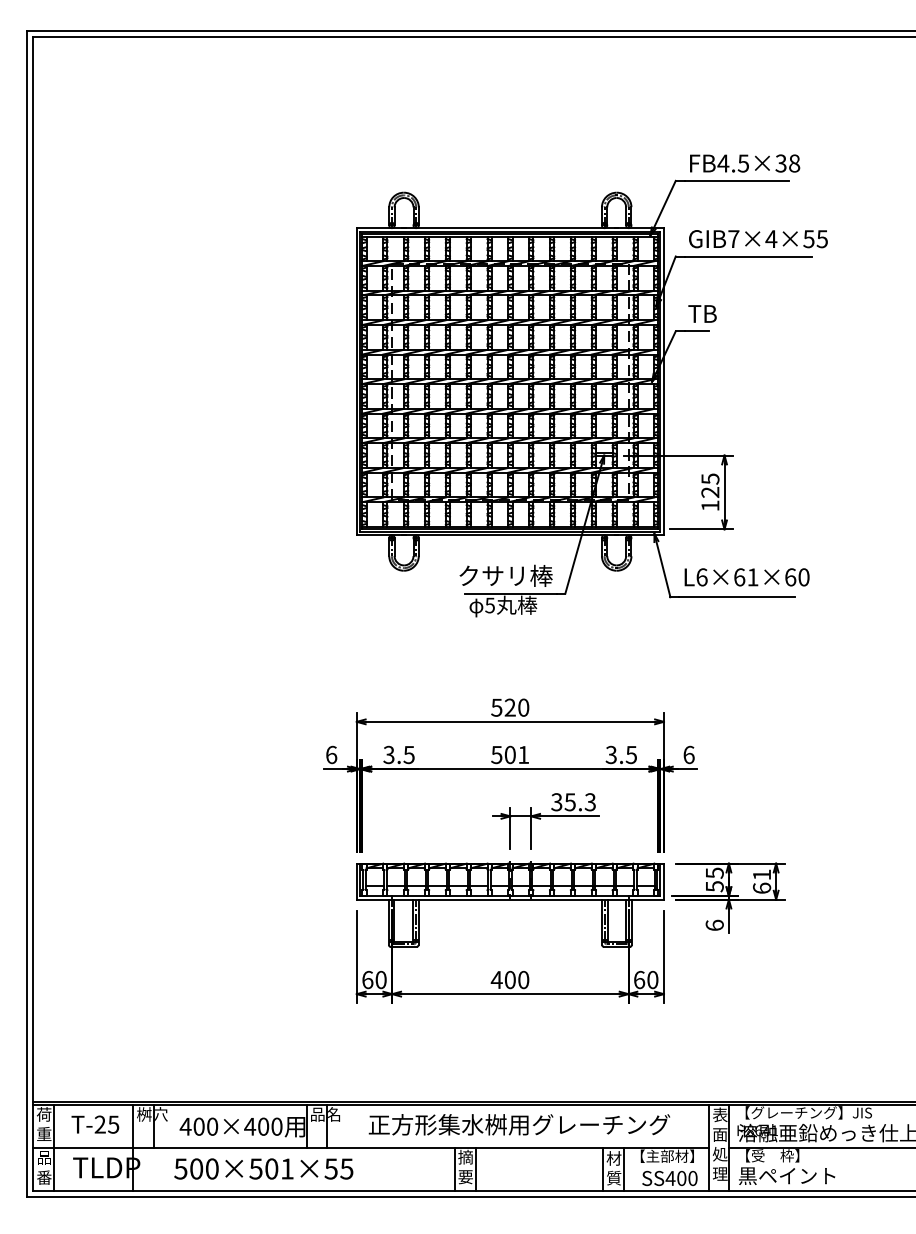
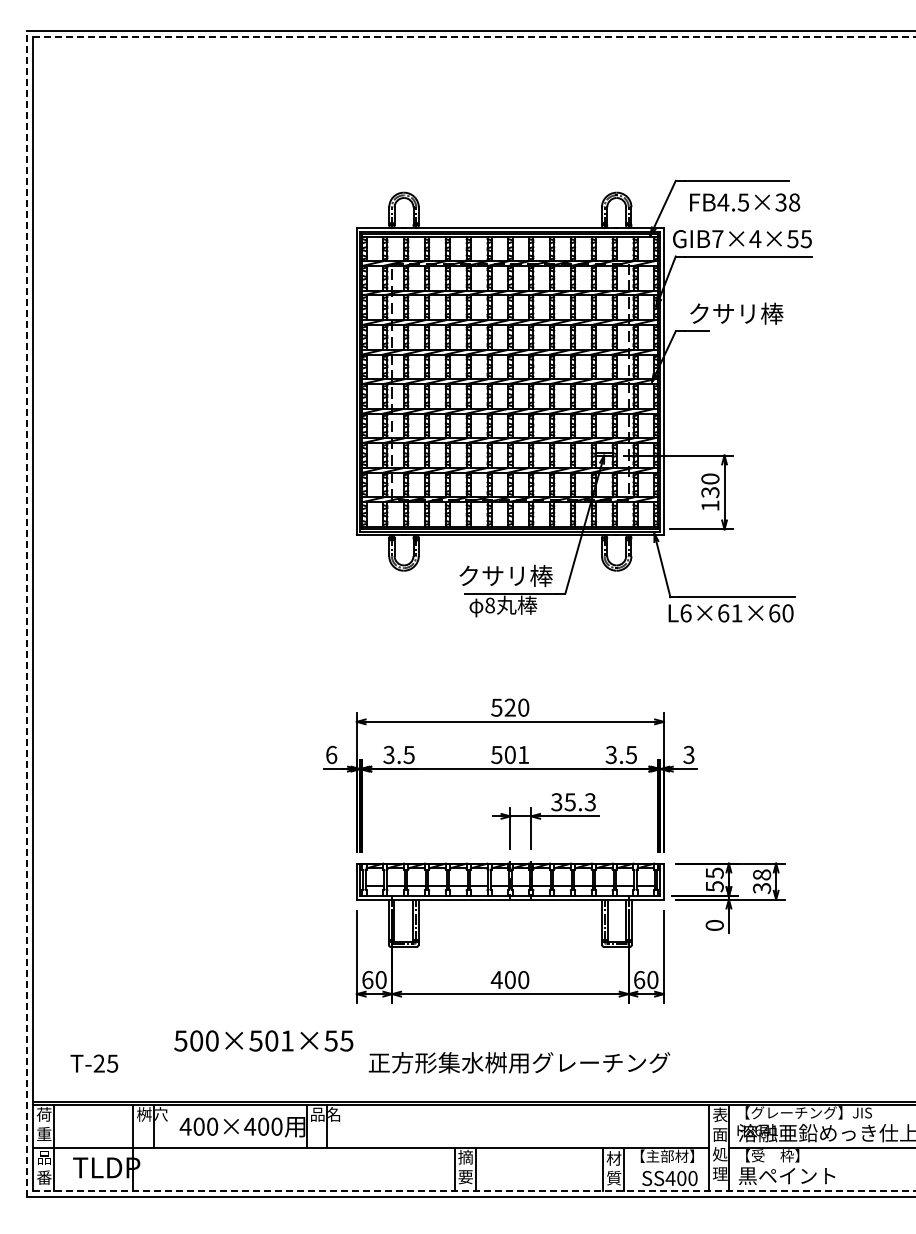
line at (475, 37): solid -> dashed
text at (745, 163) position: (745, 163) -> (745, 202)
text at (758, 239) position: (758, 239) -> (742, 239)
text at (735, 313): TB -> クサリ棒
text at (710, 485): 125 -> 130
text at (746, 577) position: (746, 577) -> (730, 613)
text at (489, 605): 5 -> 8
line at (27, 614): solid -> dashed
text at (688, 754): 6 -> 3
text at (762, 881): 61 -> 38
text at (714, 924): 6 -> 0
text at (95, 1124) position: (95, 1124) -> (94, 1063)
text at (519, 1124) position: (519, 1124) -> (519, 1062)
text at (263, 1168) position: (263, 1168) -> (263, 1040)
line at (475, 1191): solid -> dashed
